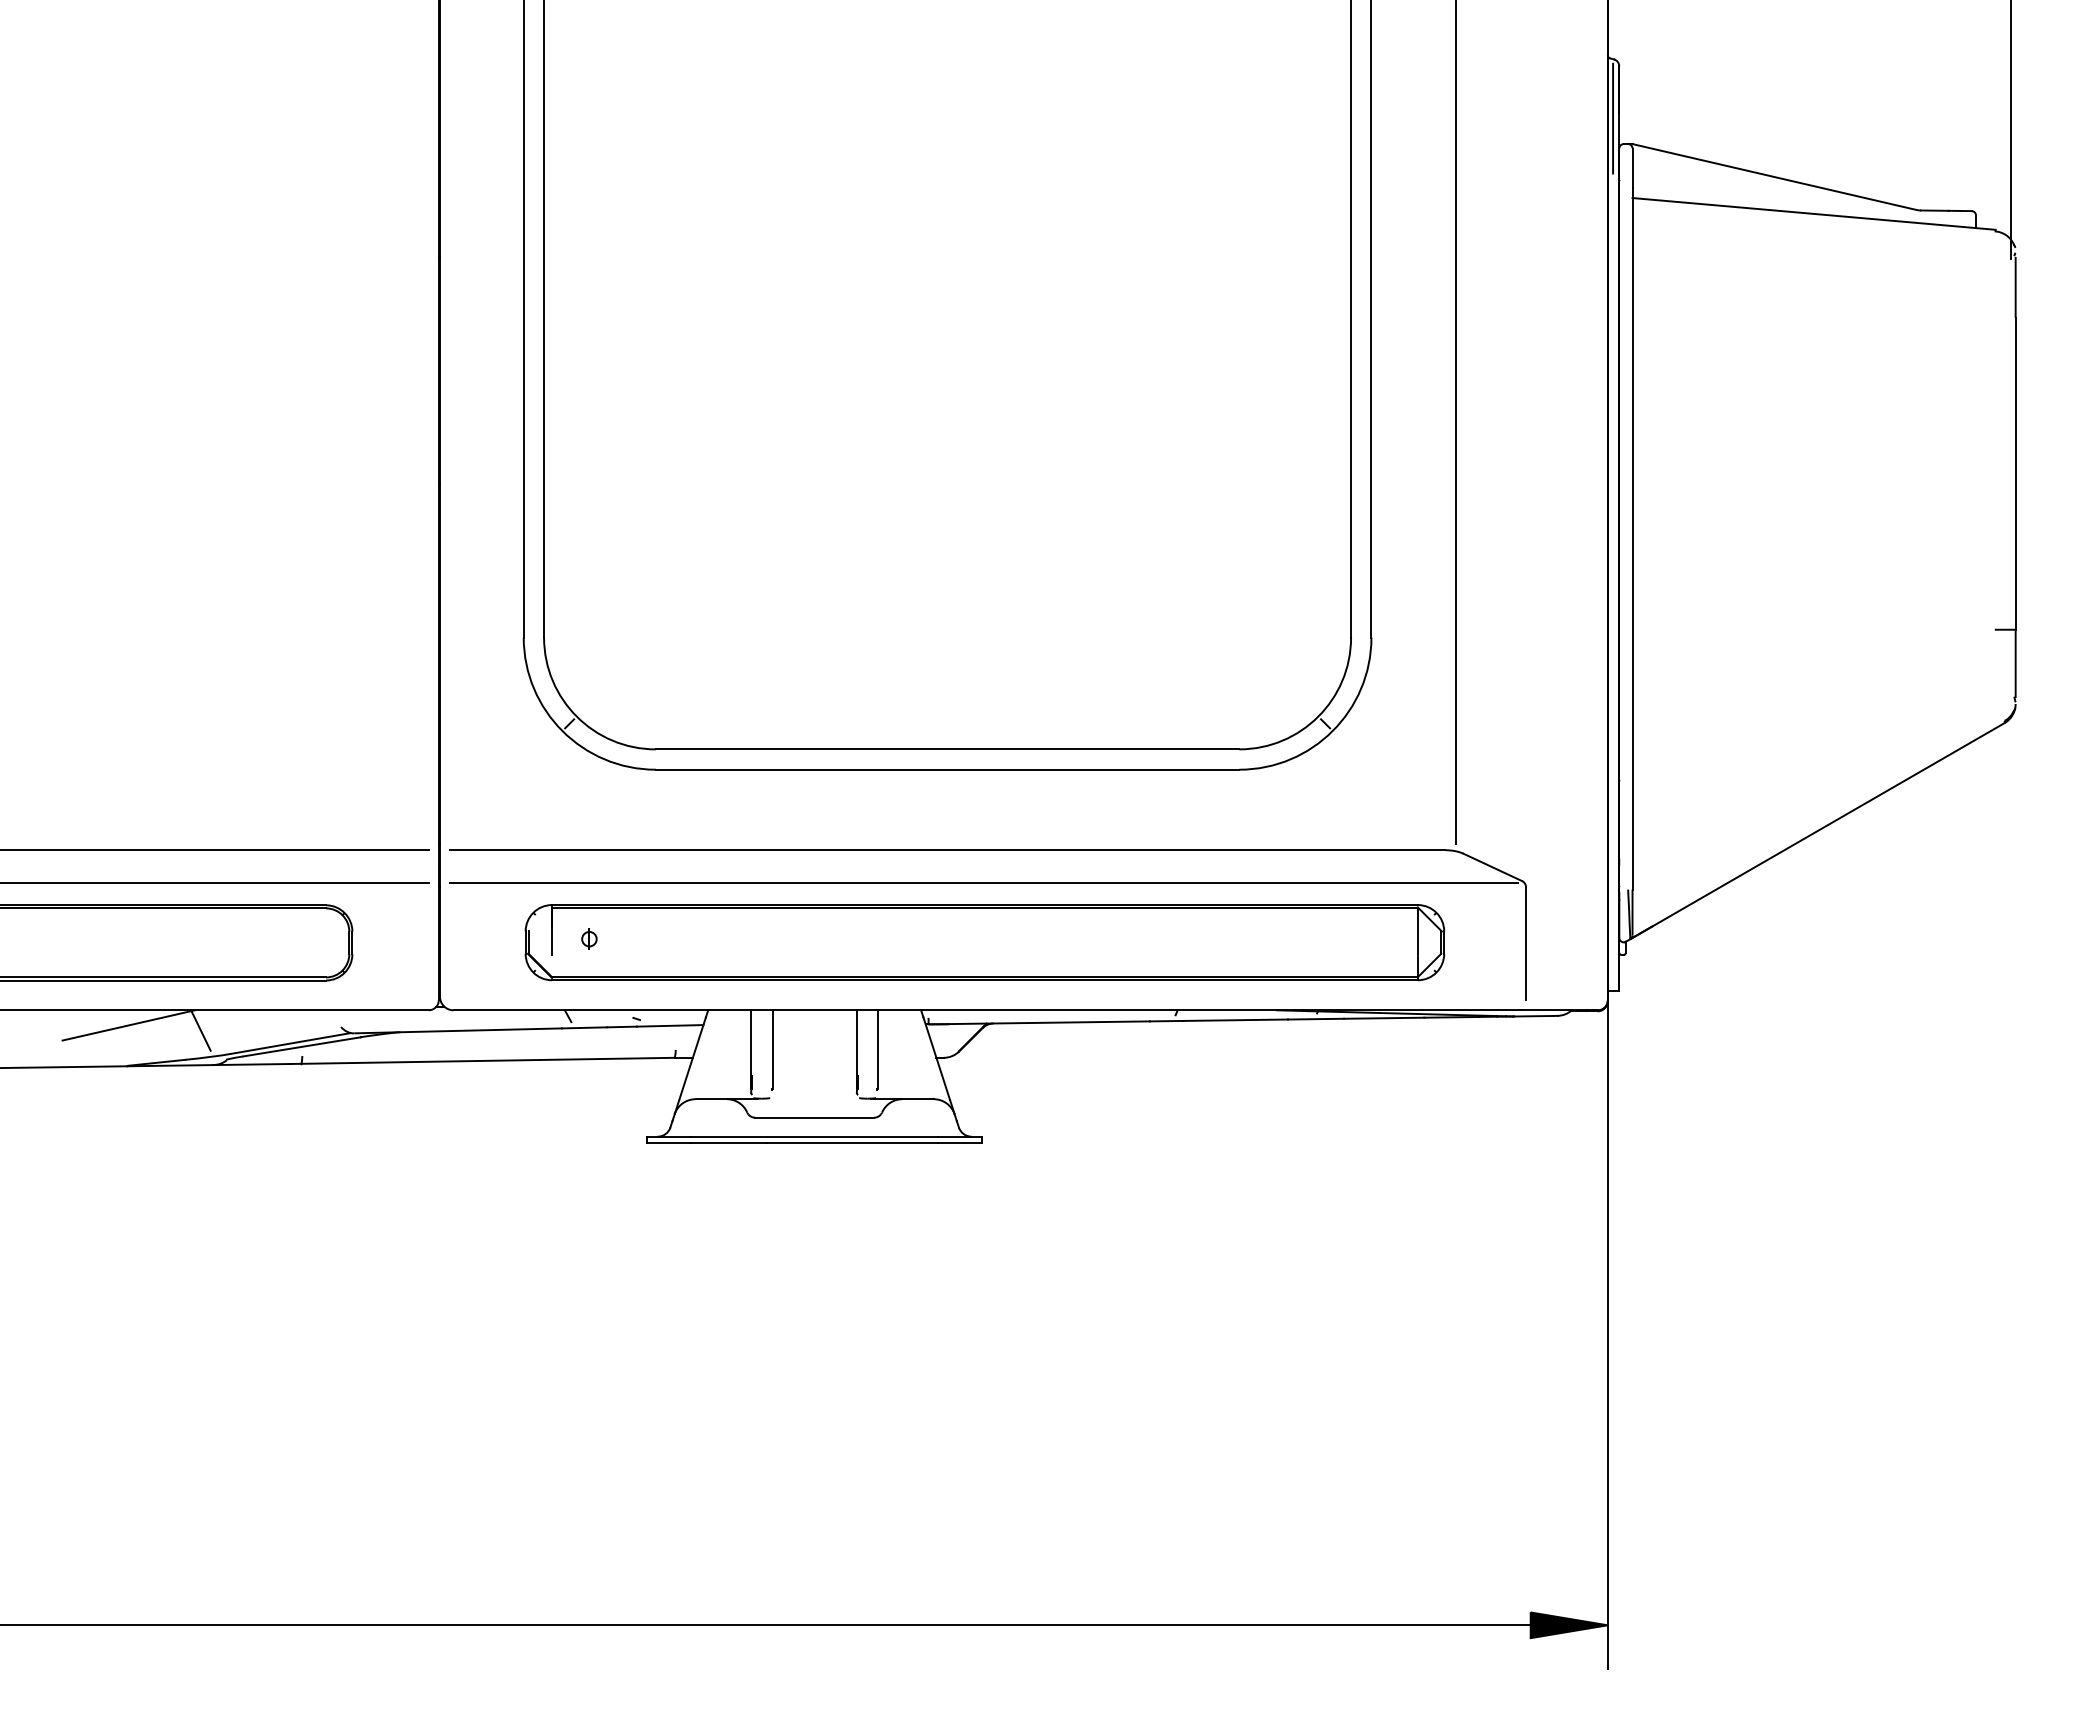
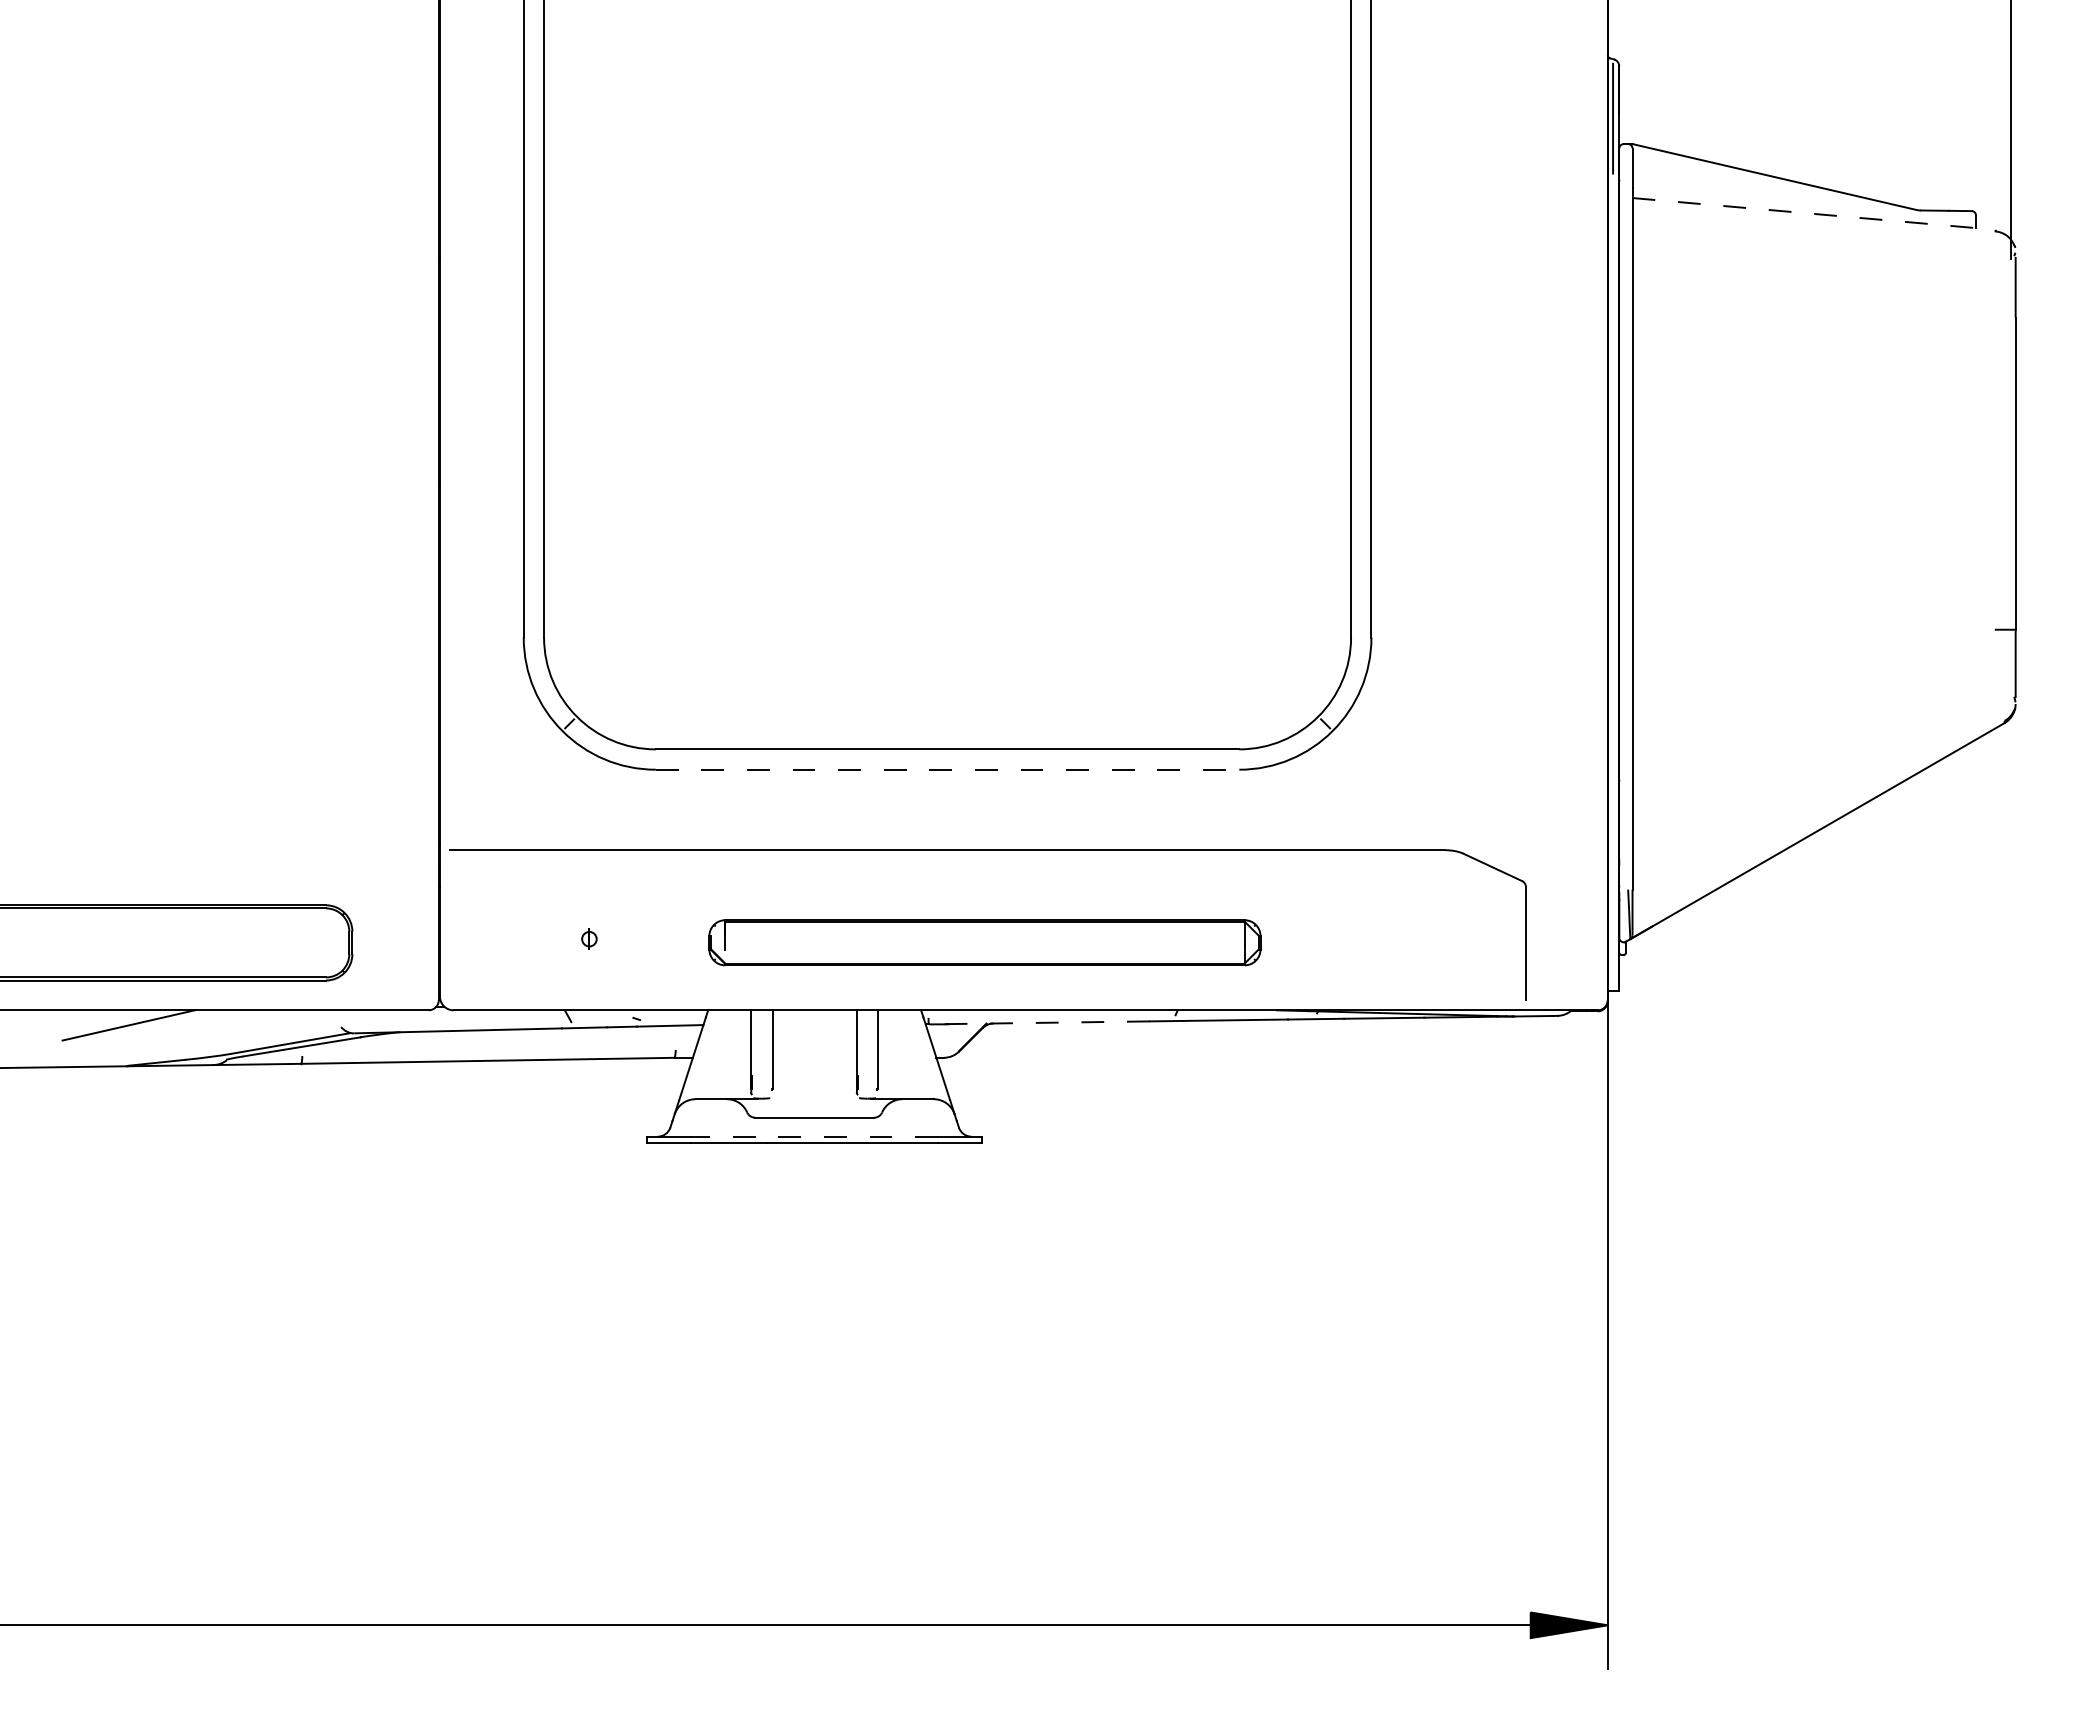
line at (1814, 213): solid -> dashed
line at (1455, 423): present -> none
line at (947, 769): solid -> dashed
line at (215, 850): present -> none
line at (215, 882): present -> none
line at (983, 882): present -> none
part at (984, 942) size: 922x78 px -> 554x48 px
line at (1039, 1022): solid -> dashed
line at (200, 1030): present -> none
line at (814, 1136): solid -> dashed
